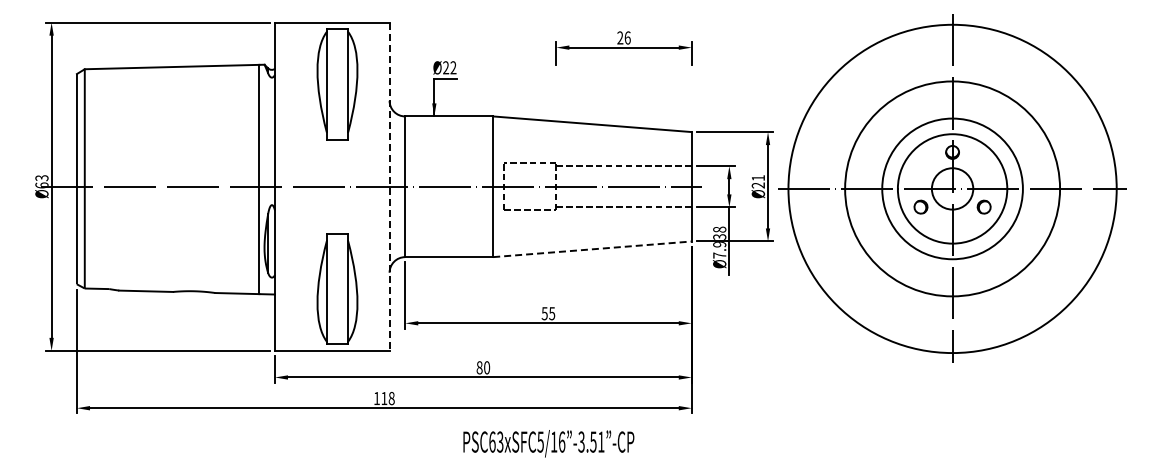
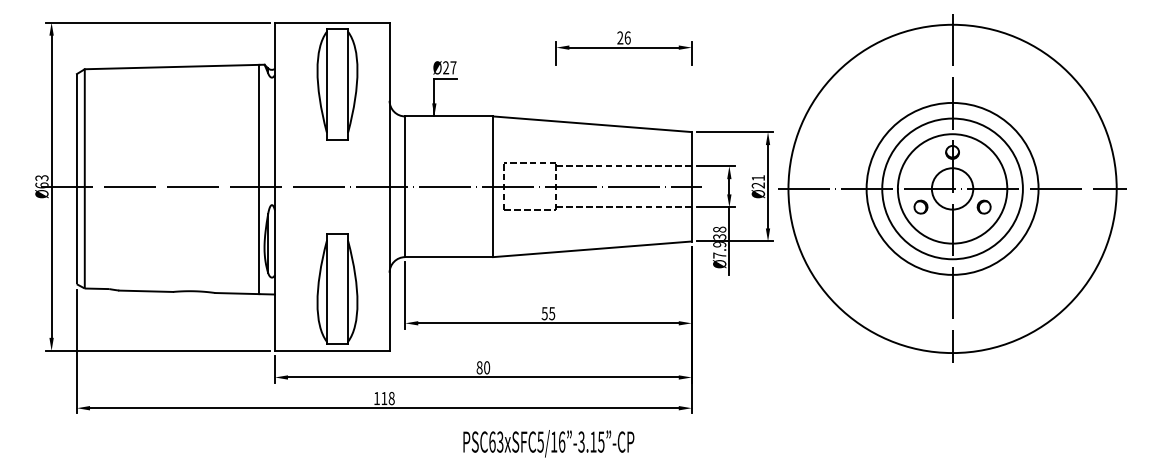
text at (453, 67): Ø22 -> Ø27
line at (389, 187): dashed -> solid
circle at (952, 188) diameter: 215 px -> 172 px
line at (592, 249): dashed -> solid
text at (597, 441): -3.51 -> -3.15
